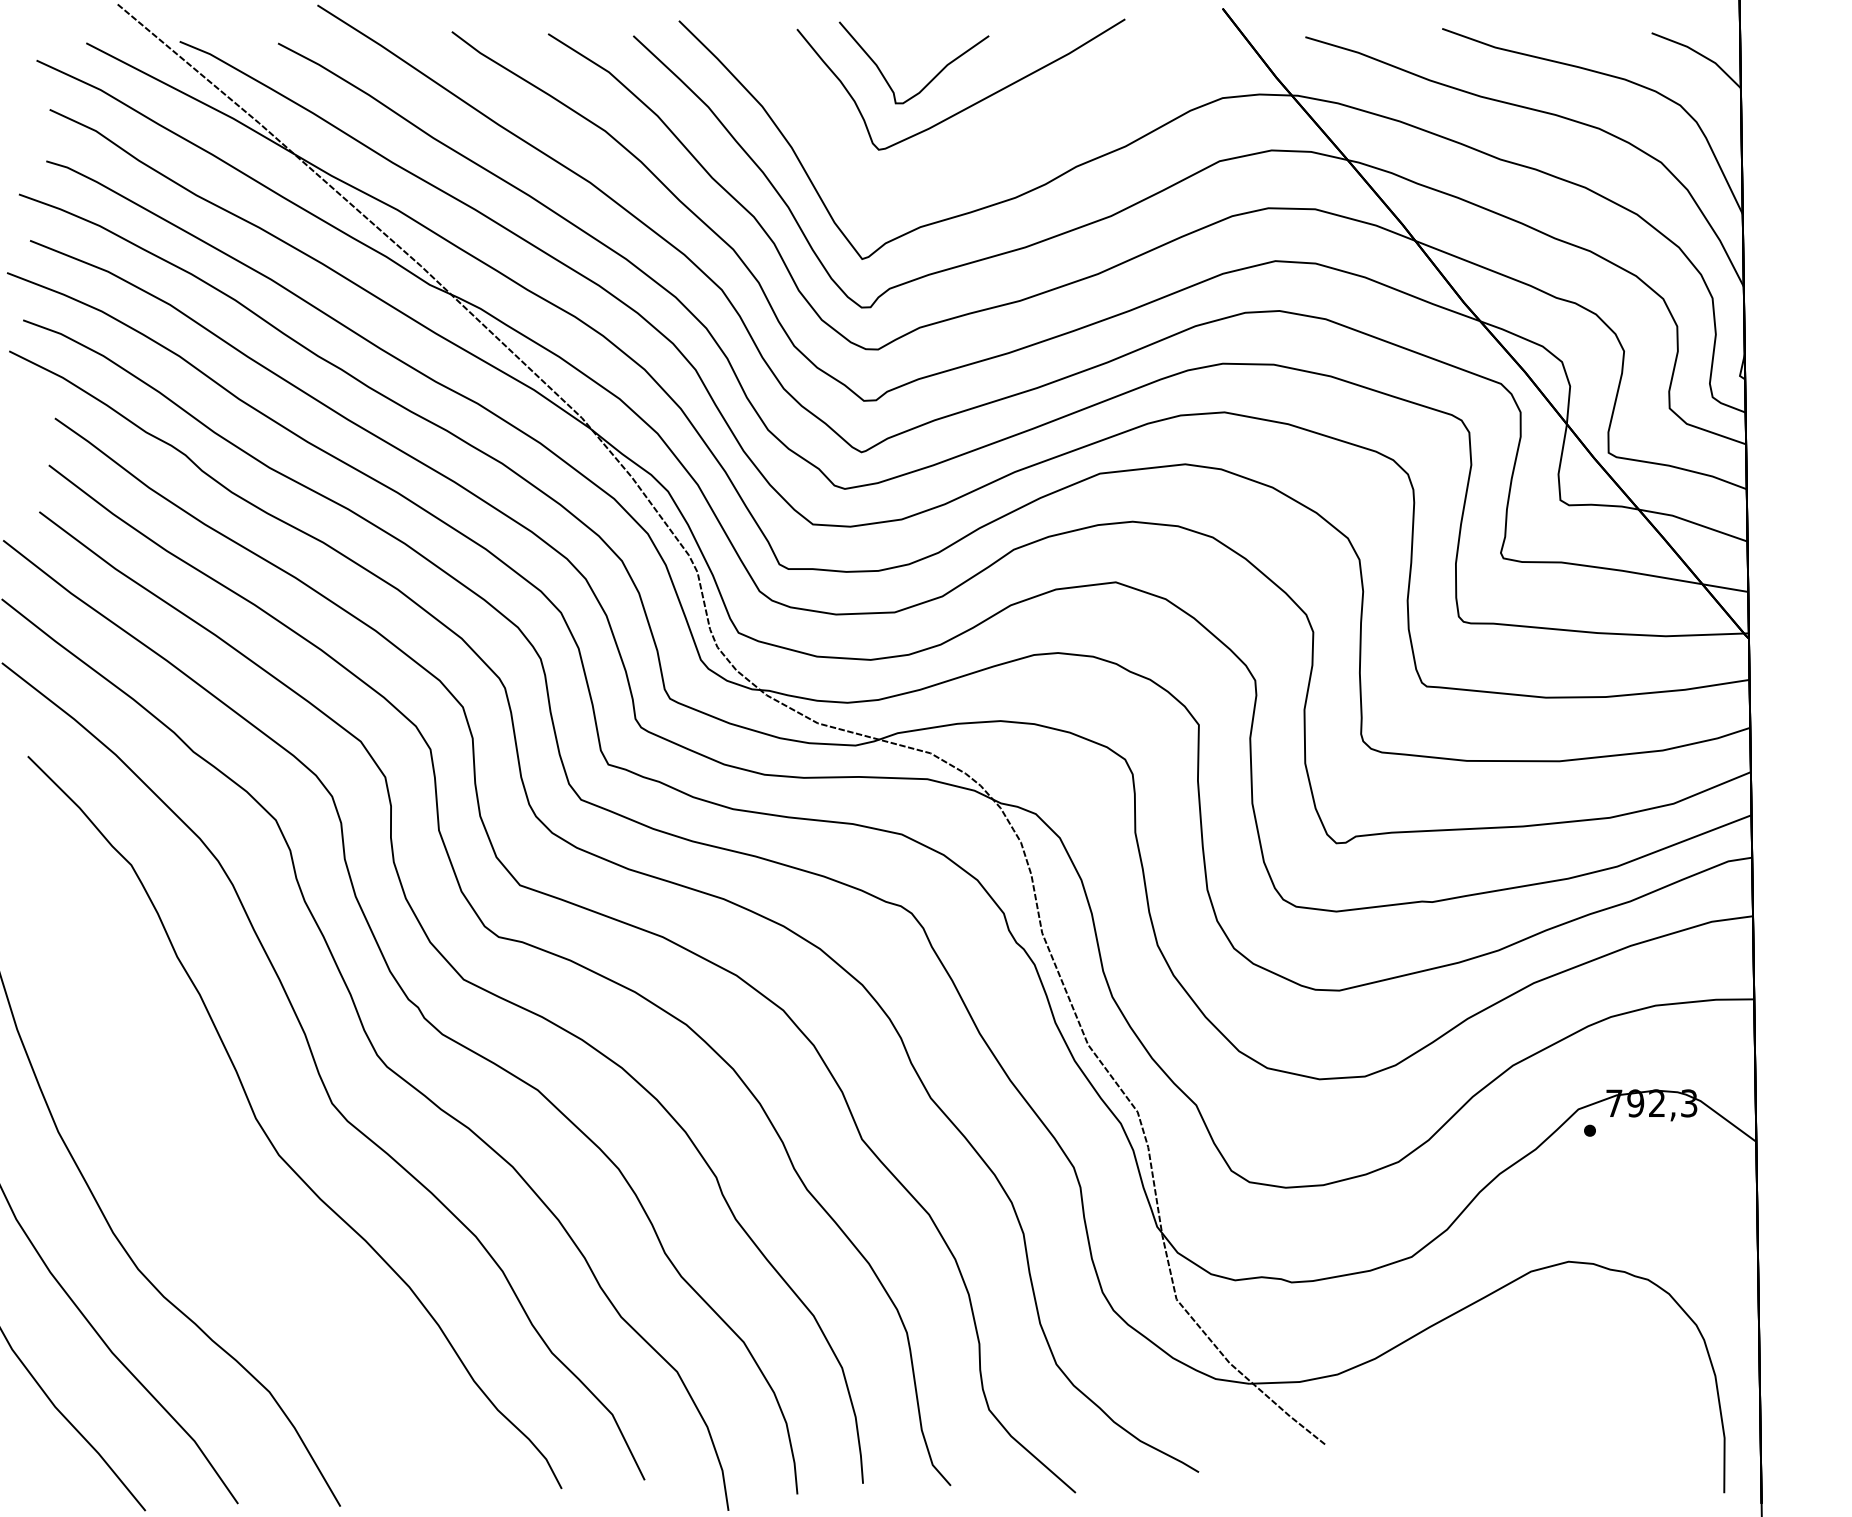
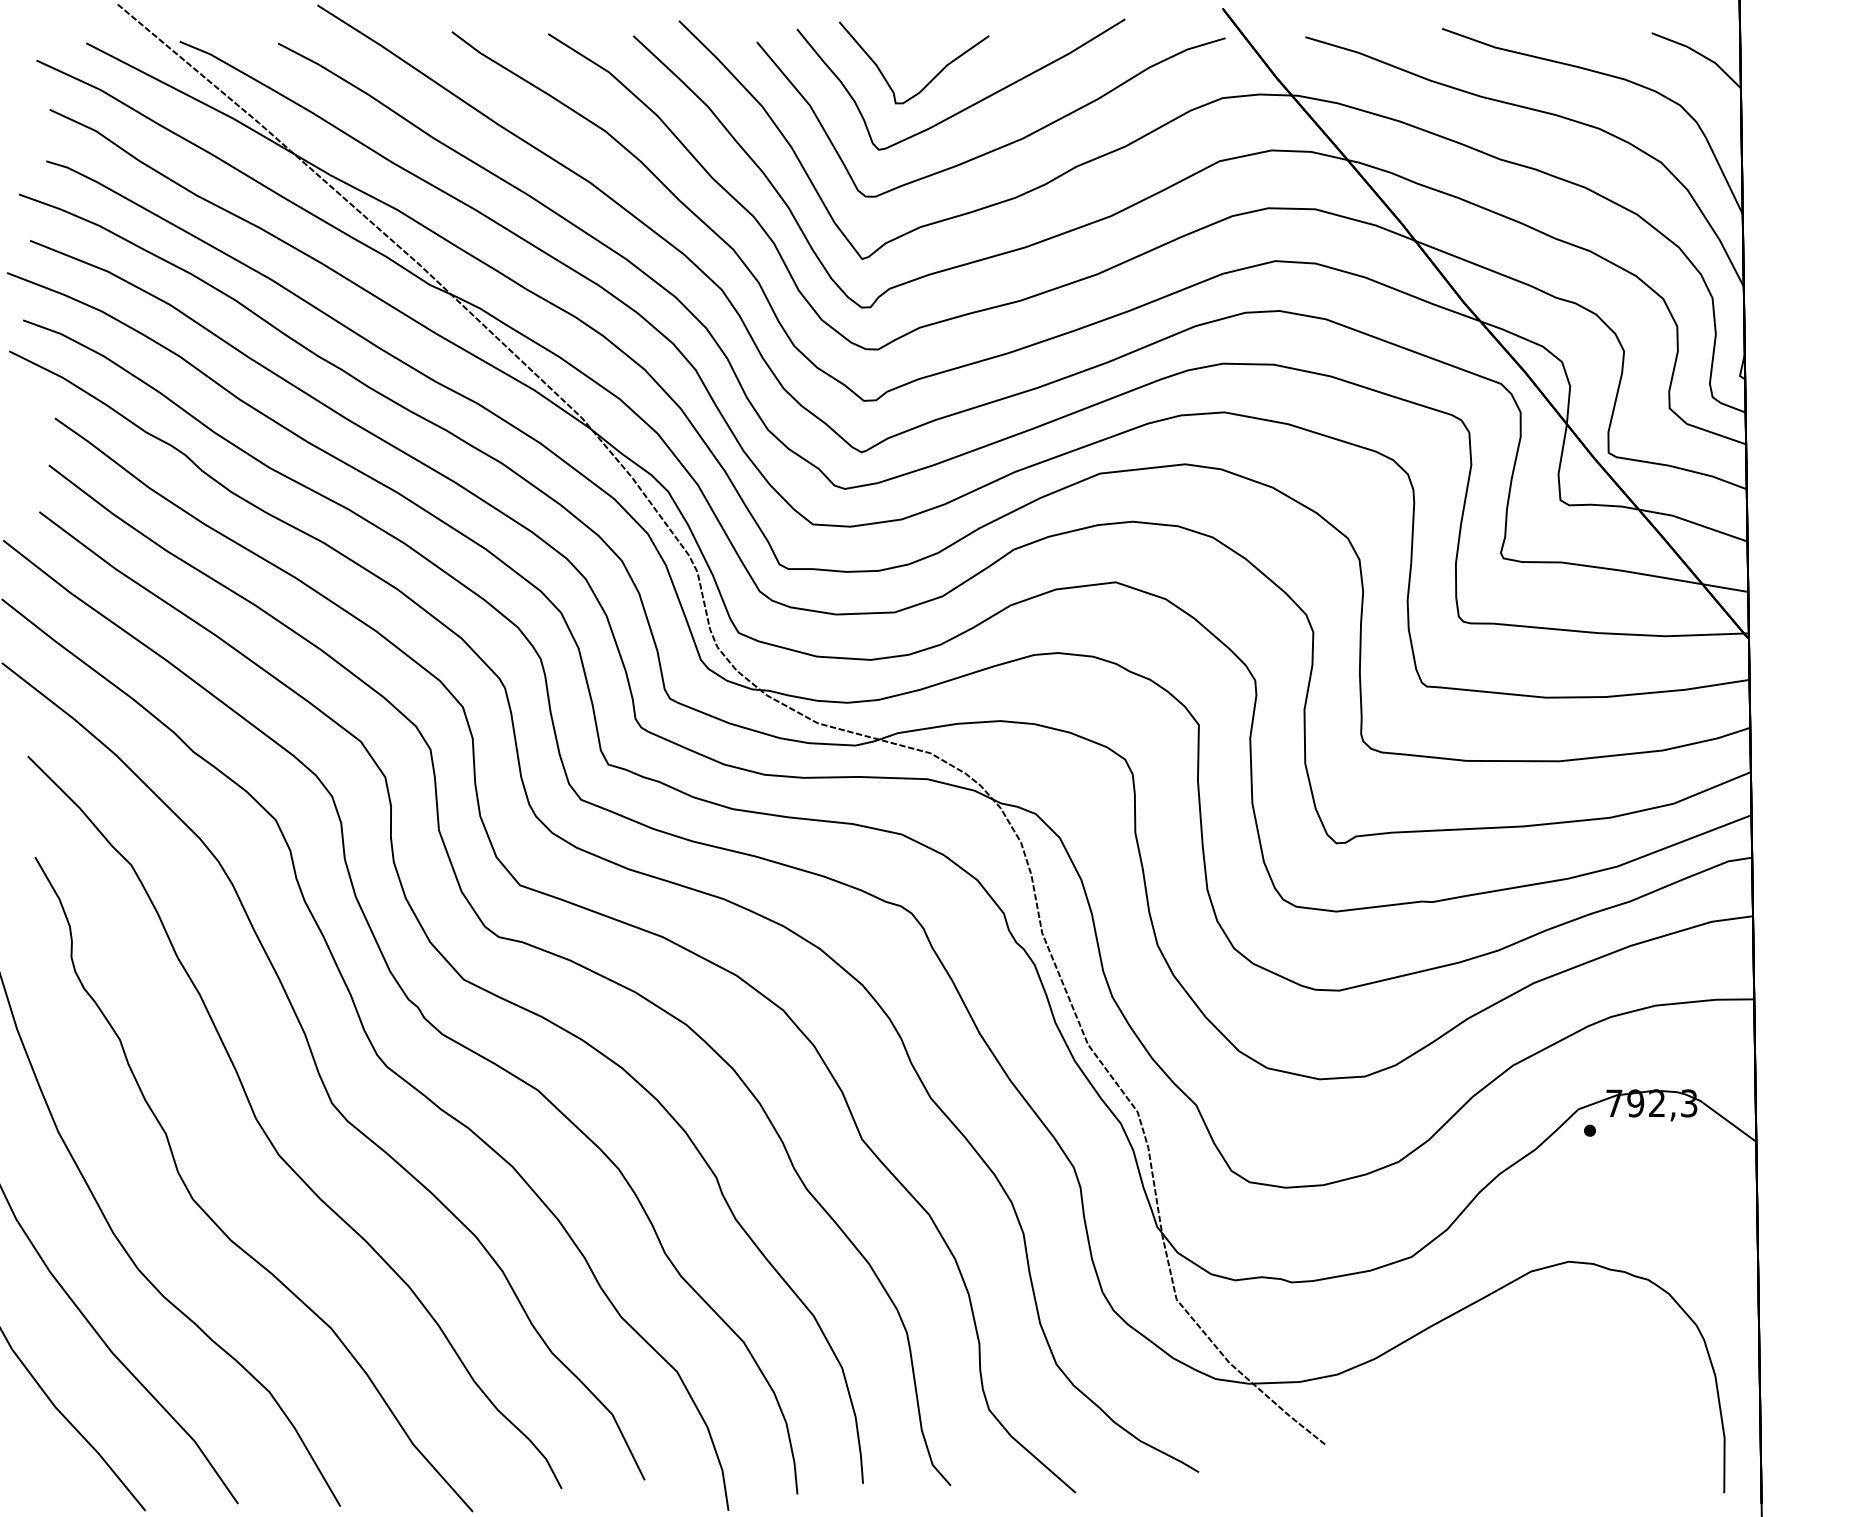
curve at (1000, 146): none -> present
curve at (211, 1217): none -> present
